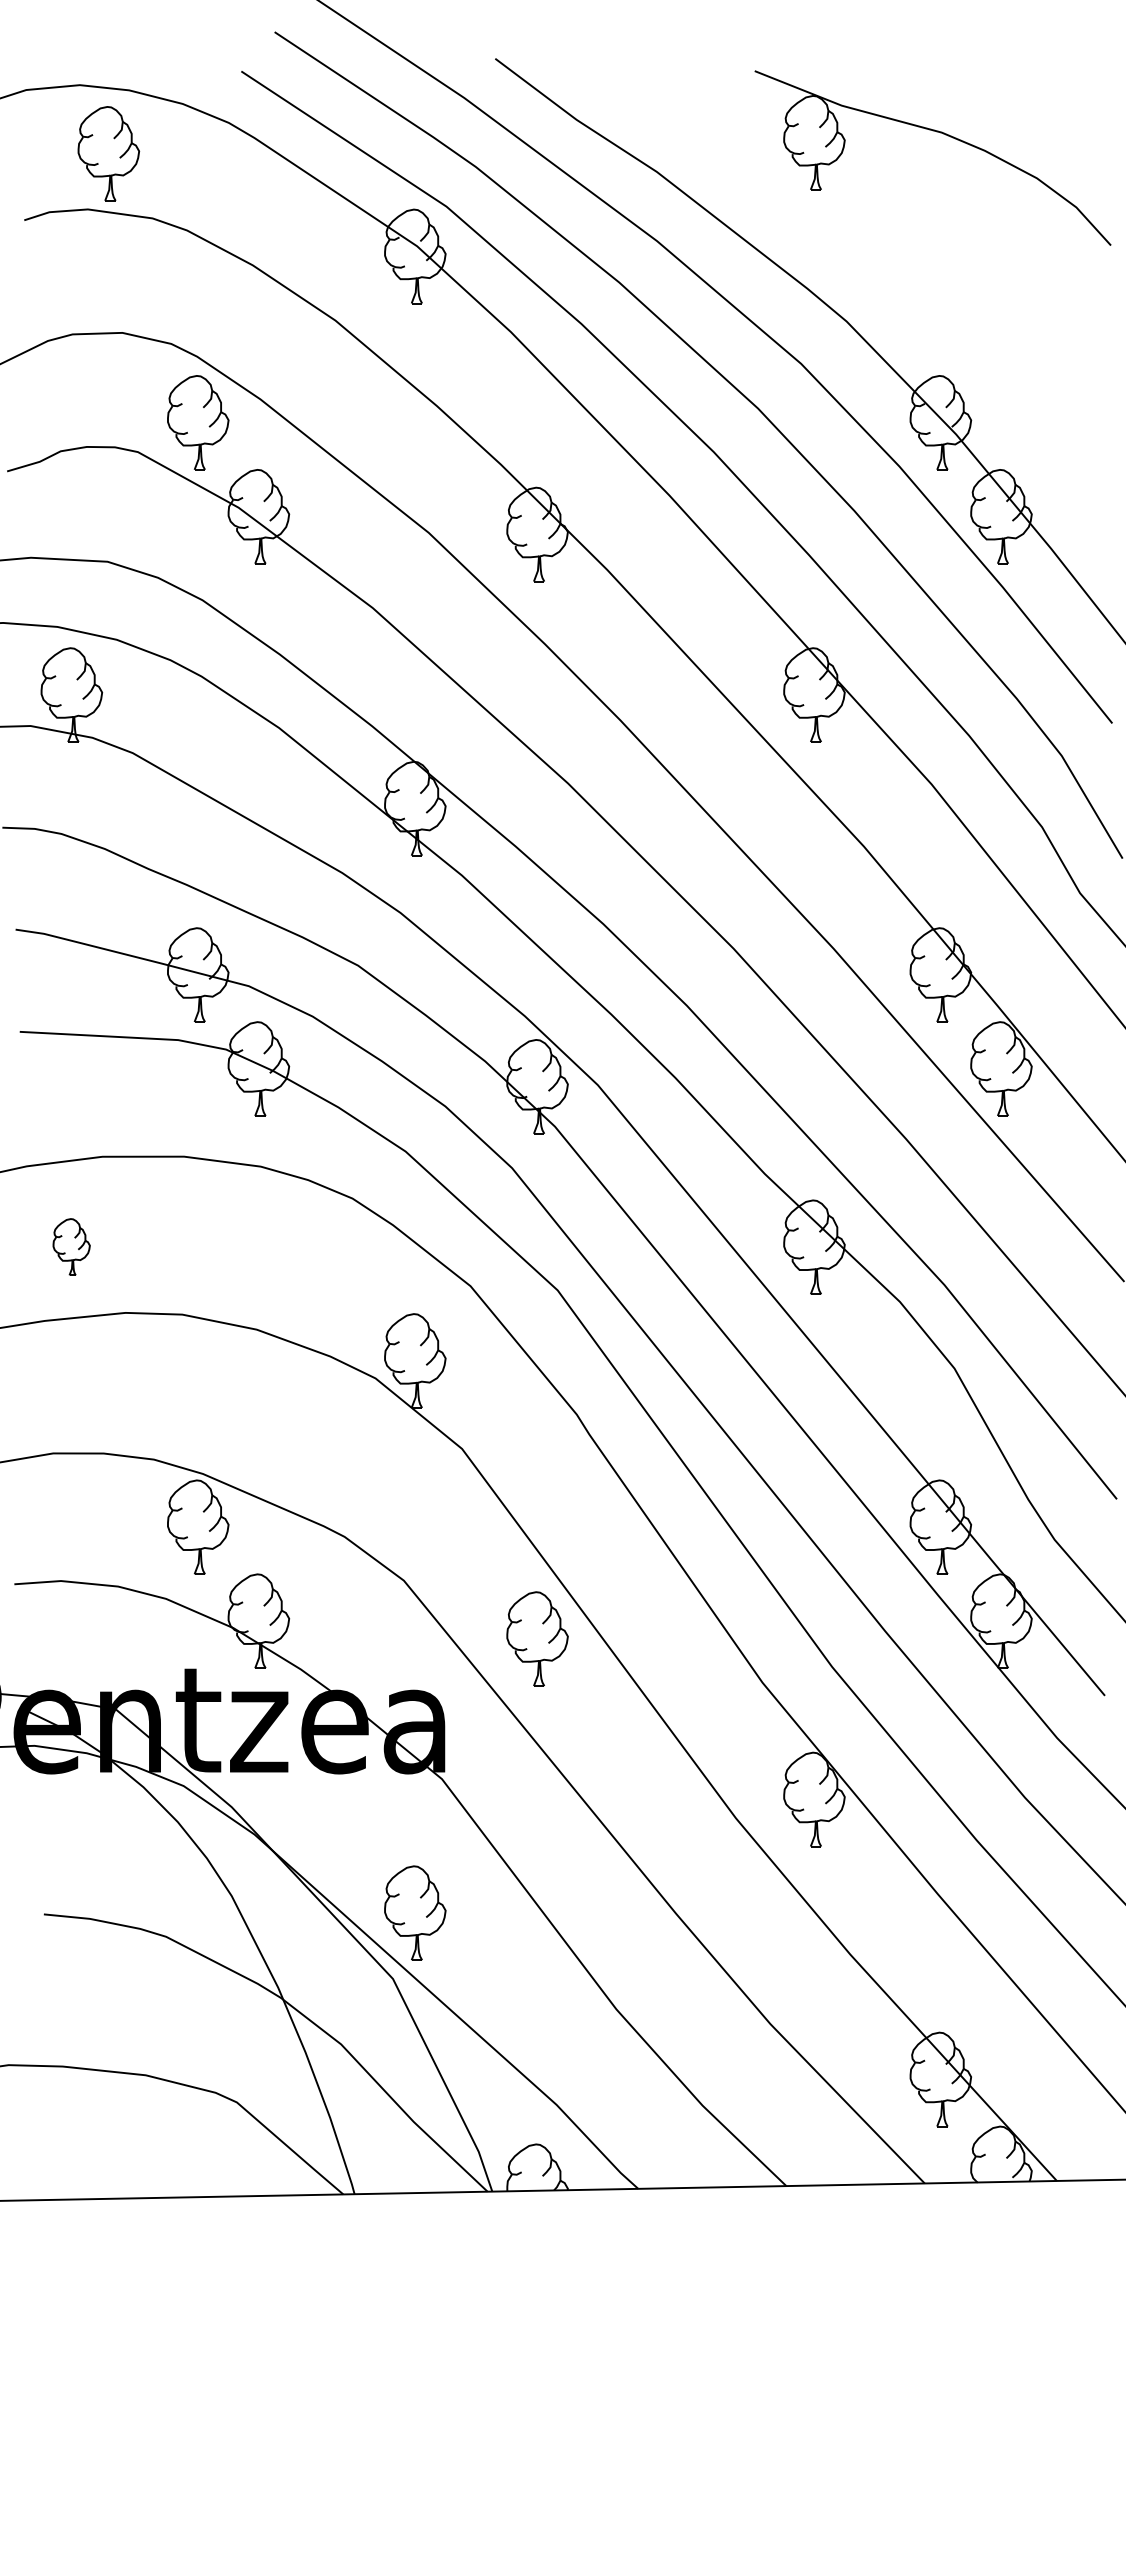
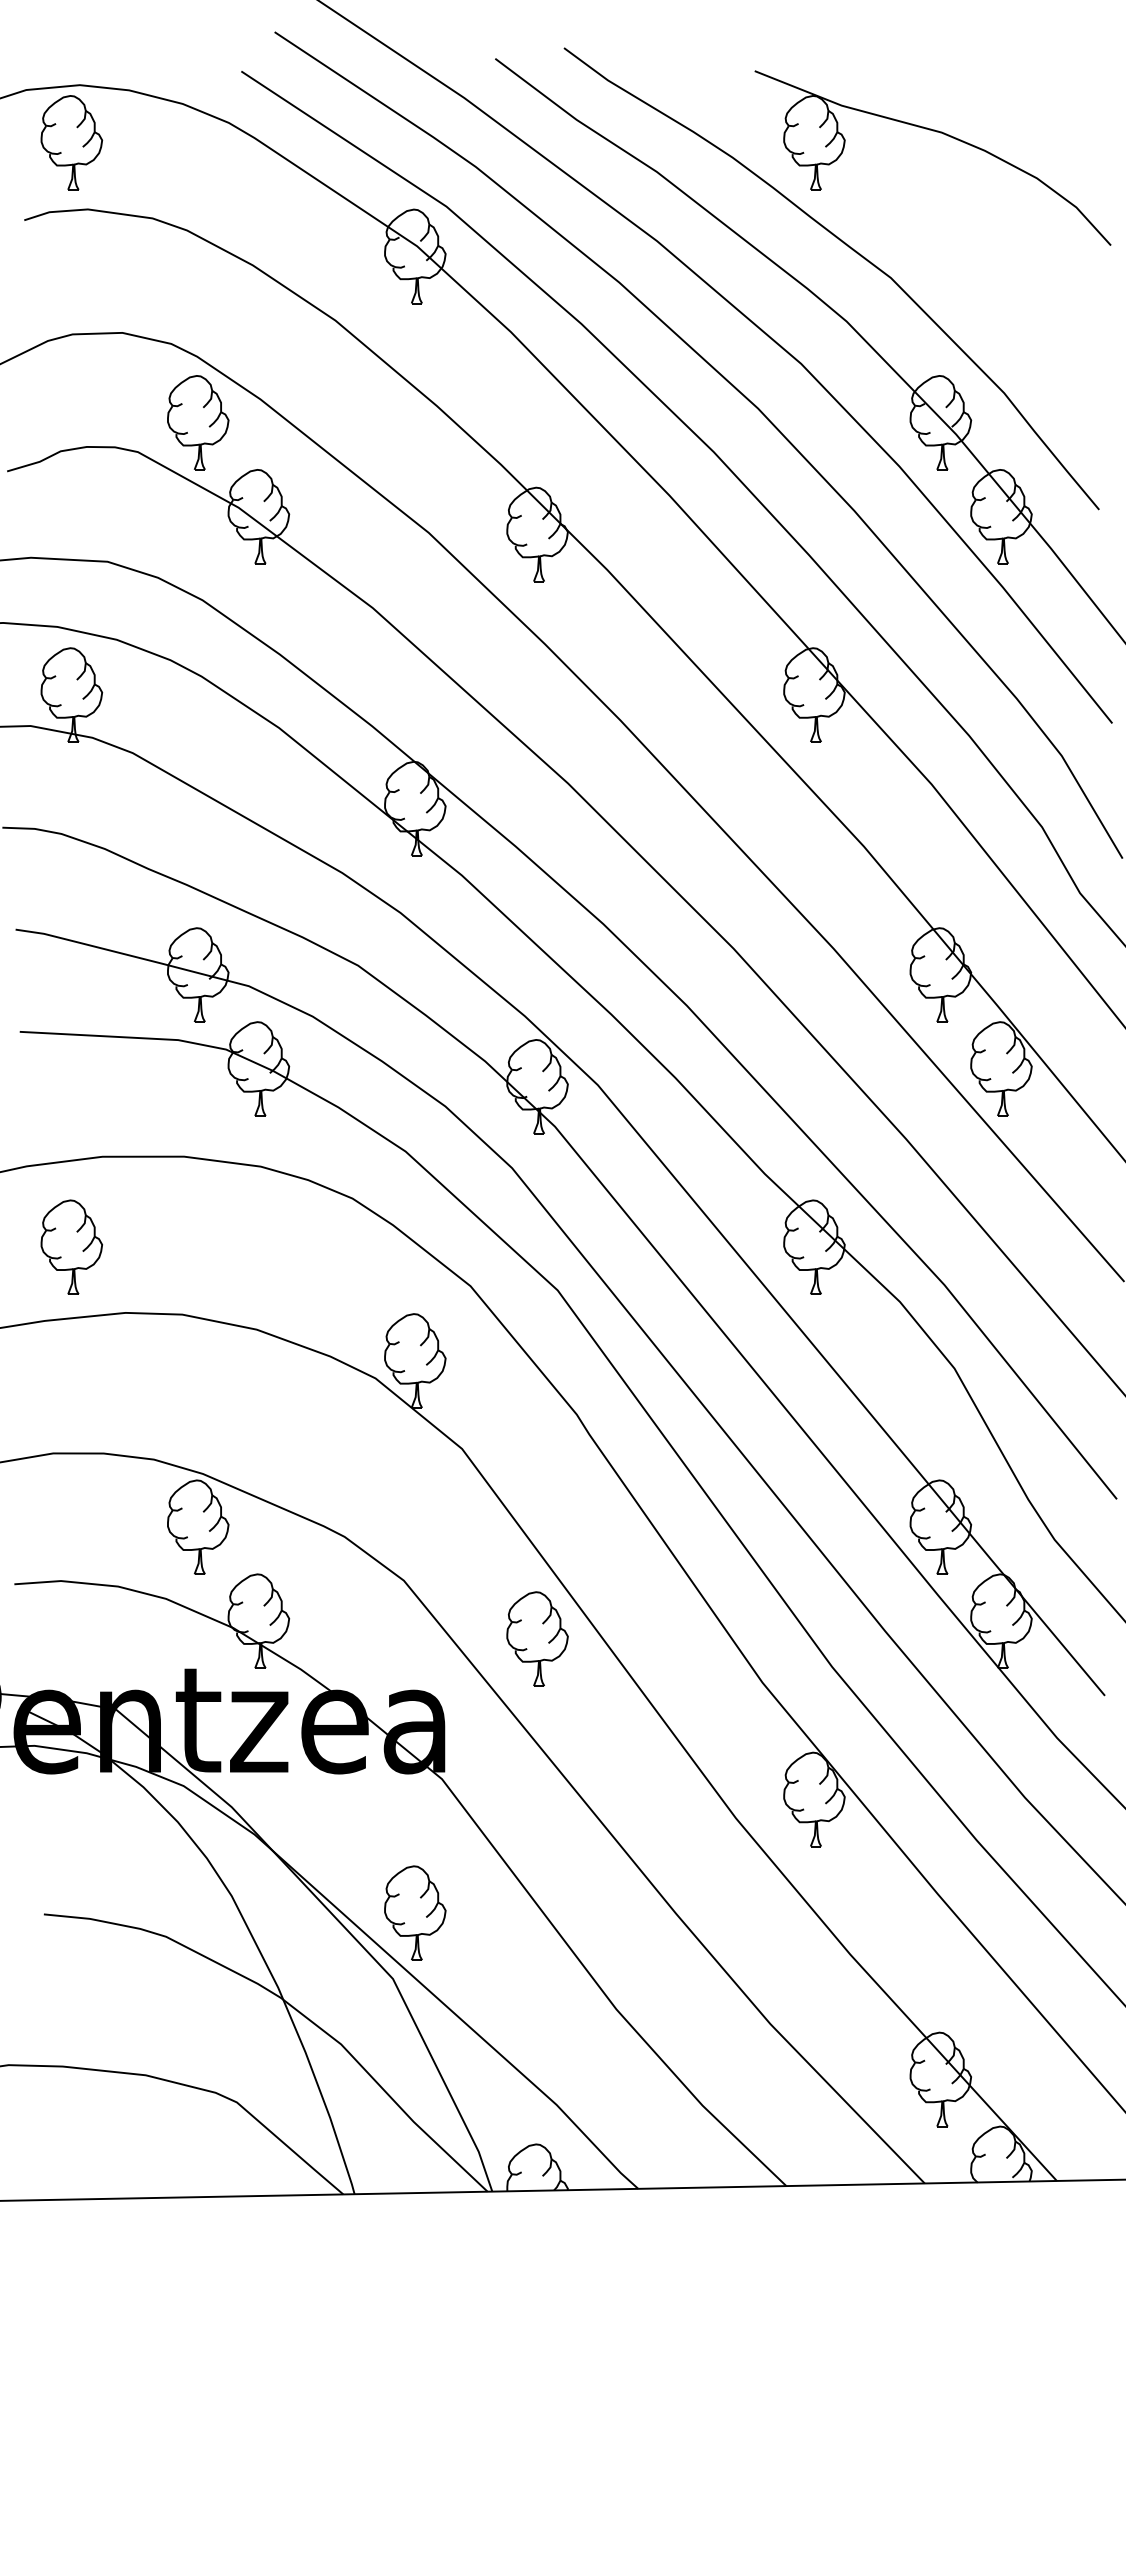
part at (108, 153) position: (108, 153) -> (71, 142)
curve at (853, 251): none -> present
part at (71, 1246) size: 39x58 px -> 63x96 px
